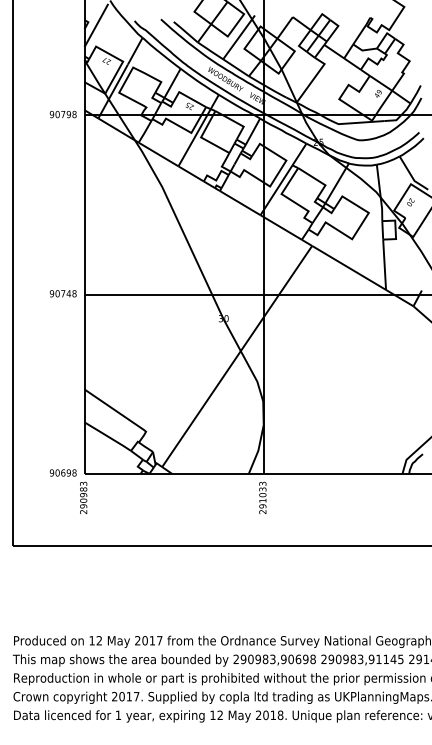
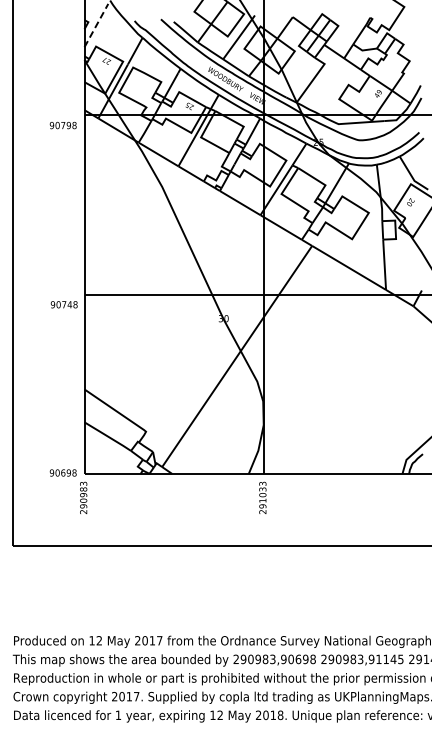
line at (96, 25): solid -> dashed
text at (62, 114) position: (62, 114) -> (62, 125)
text at (62, 293) position: (62, 293) -> (63, 304)
